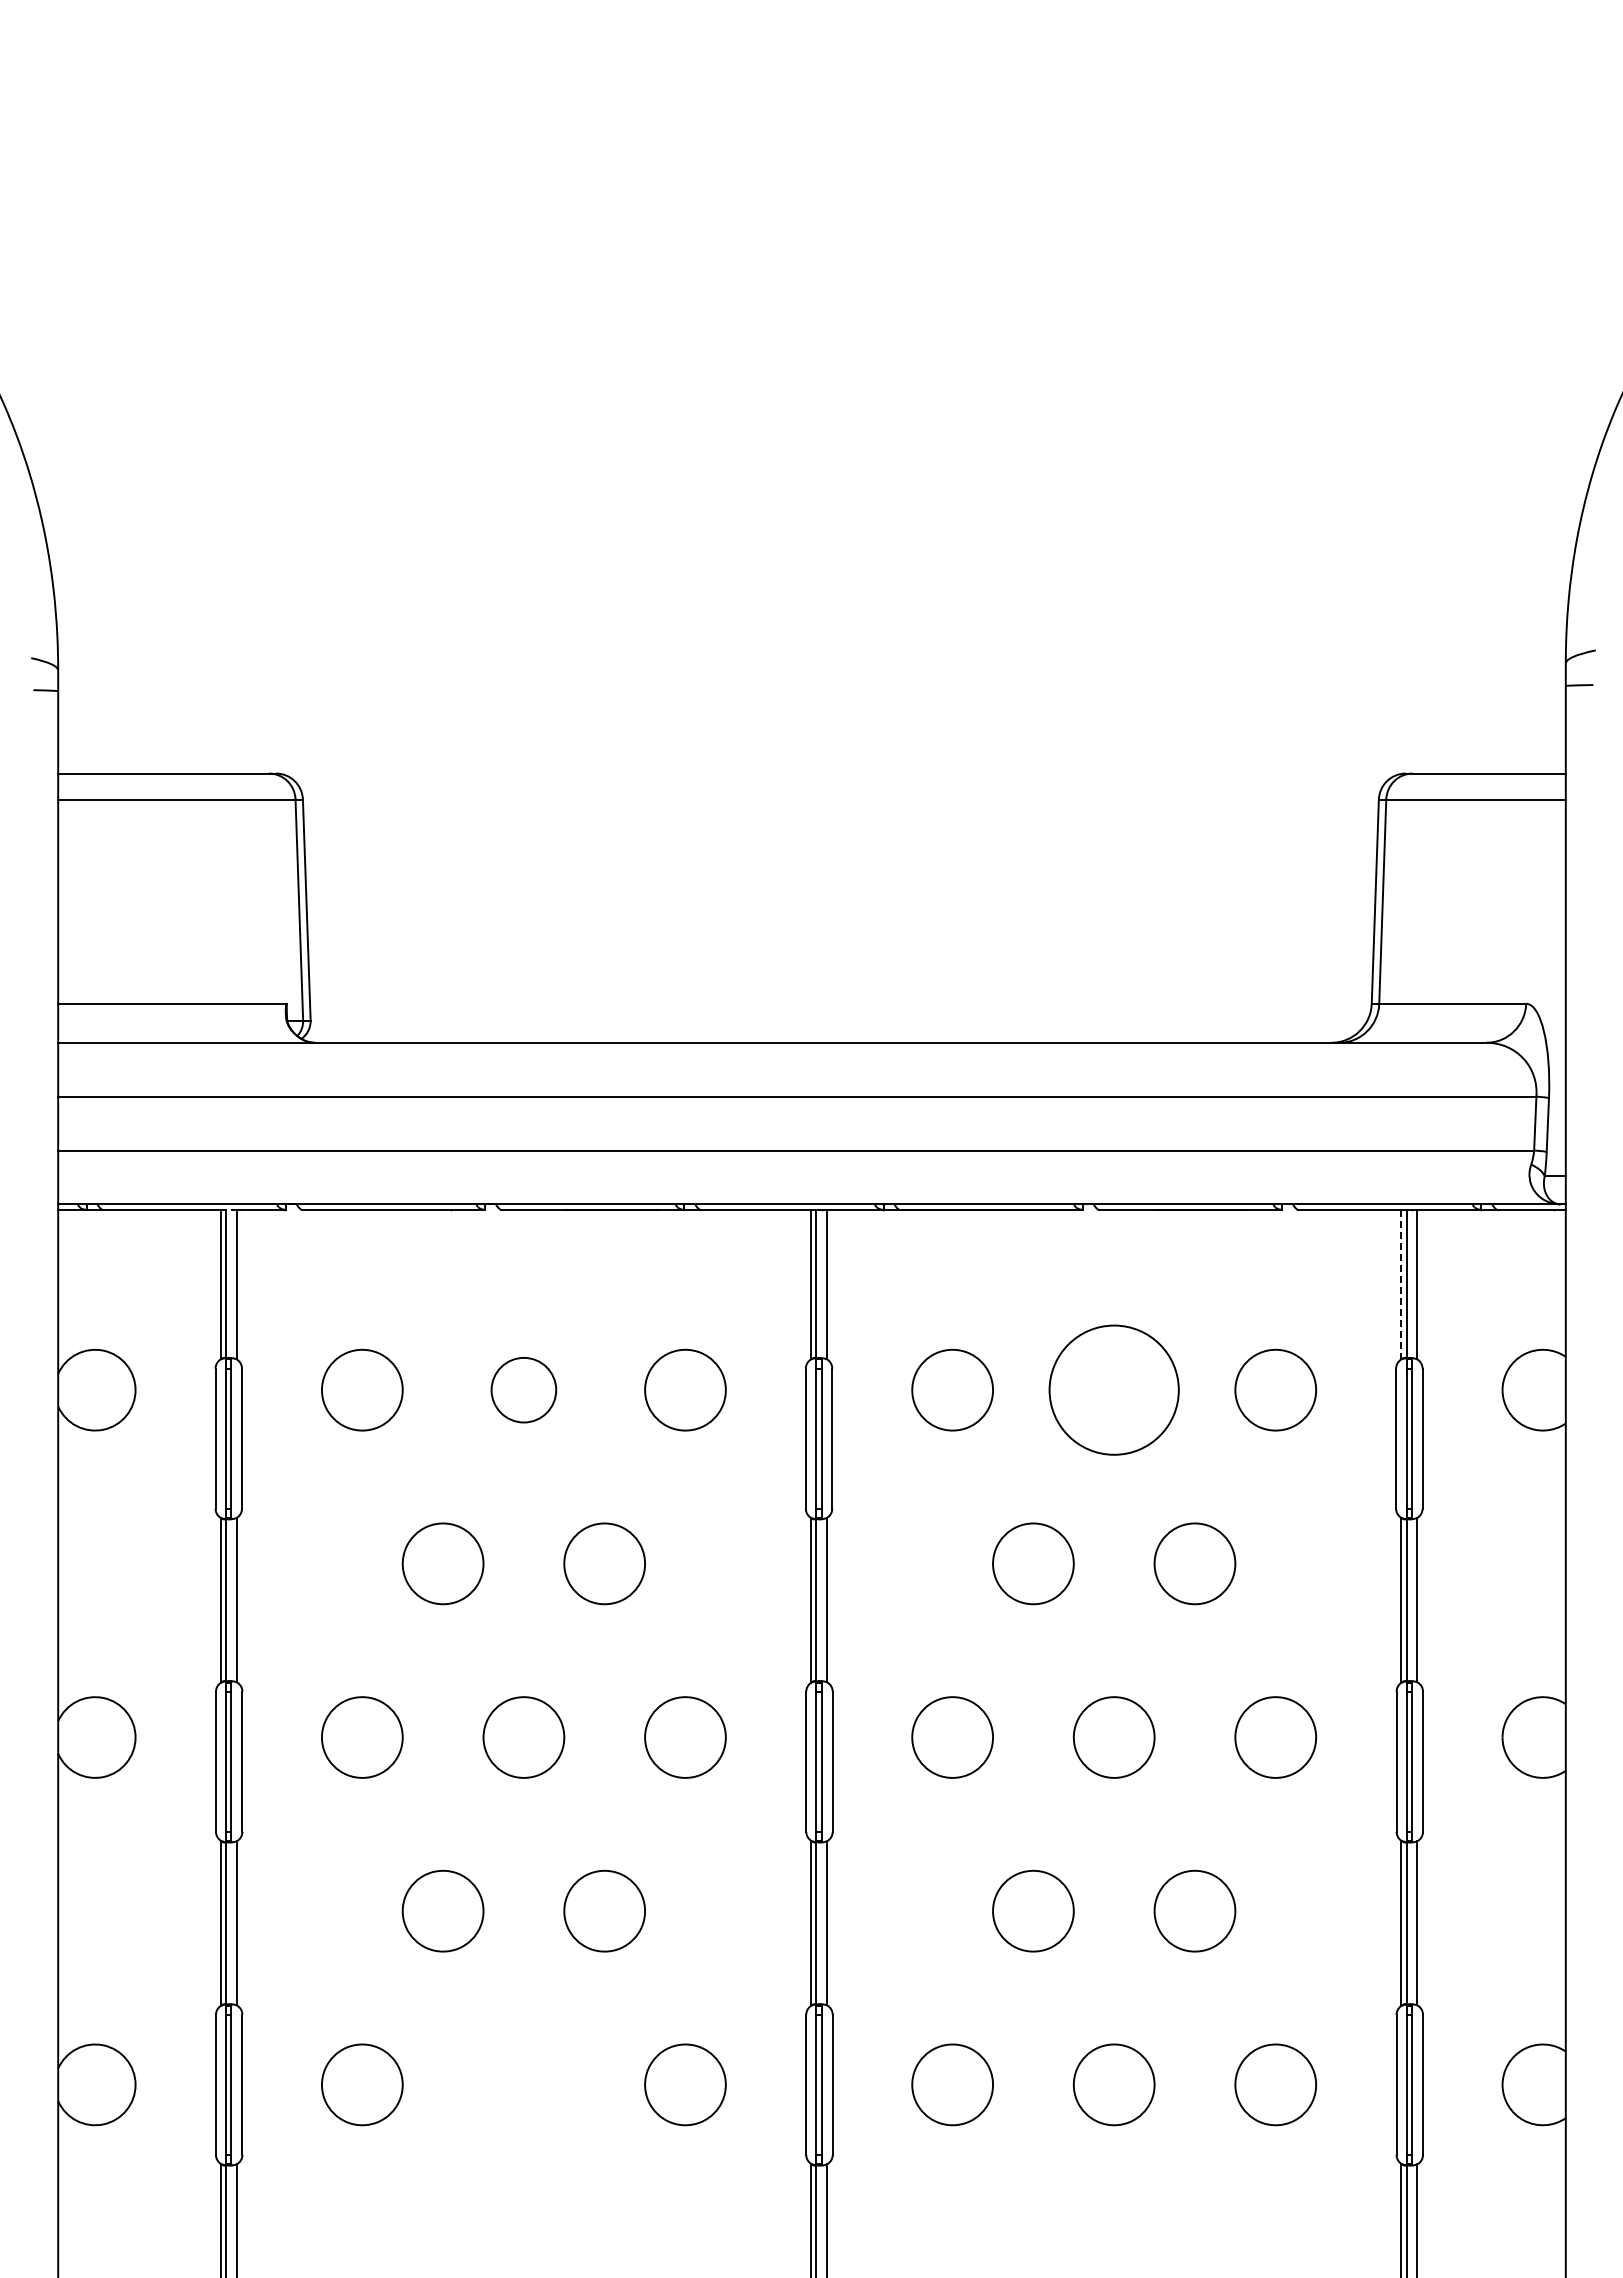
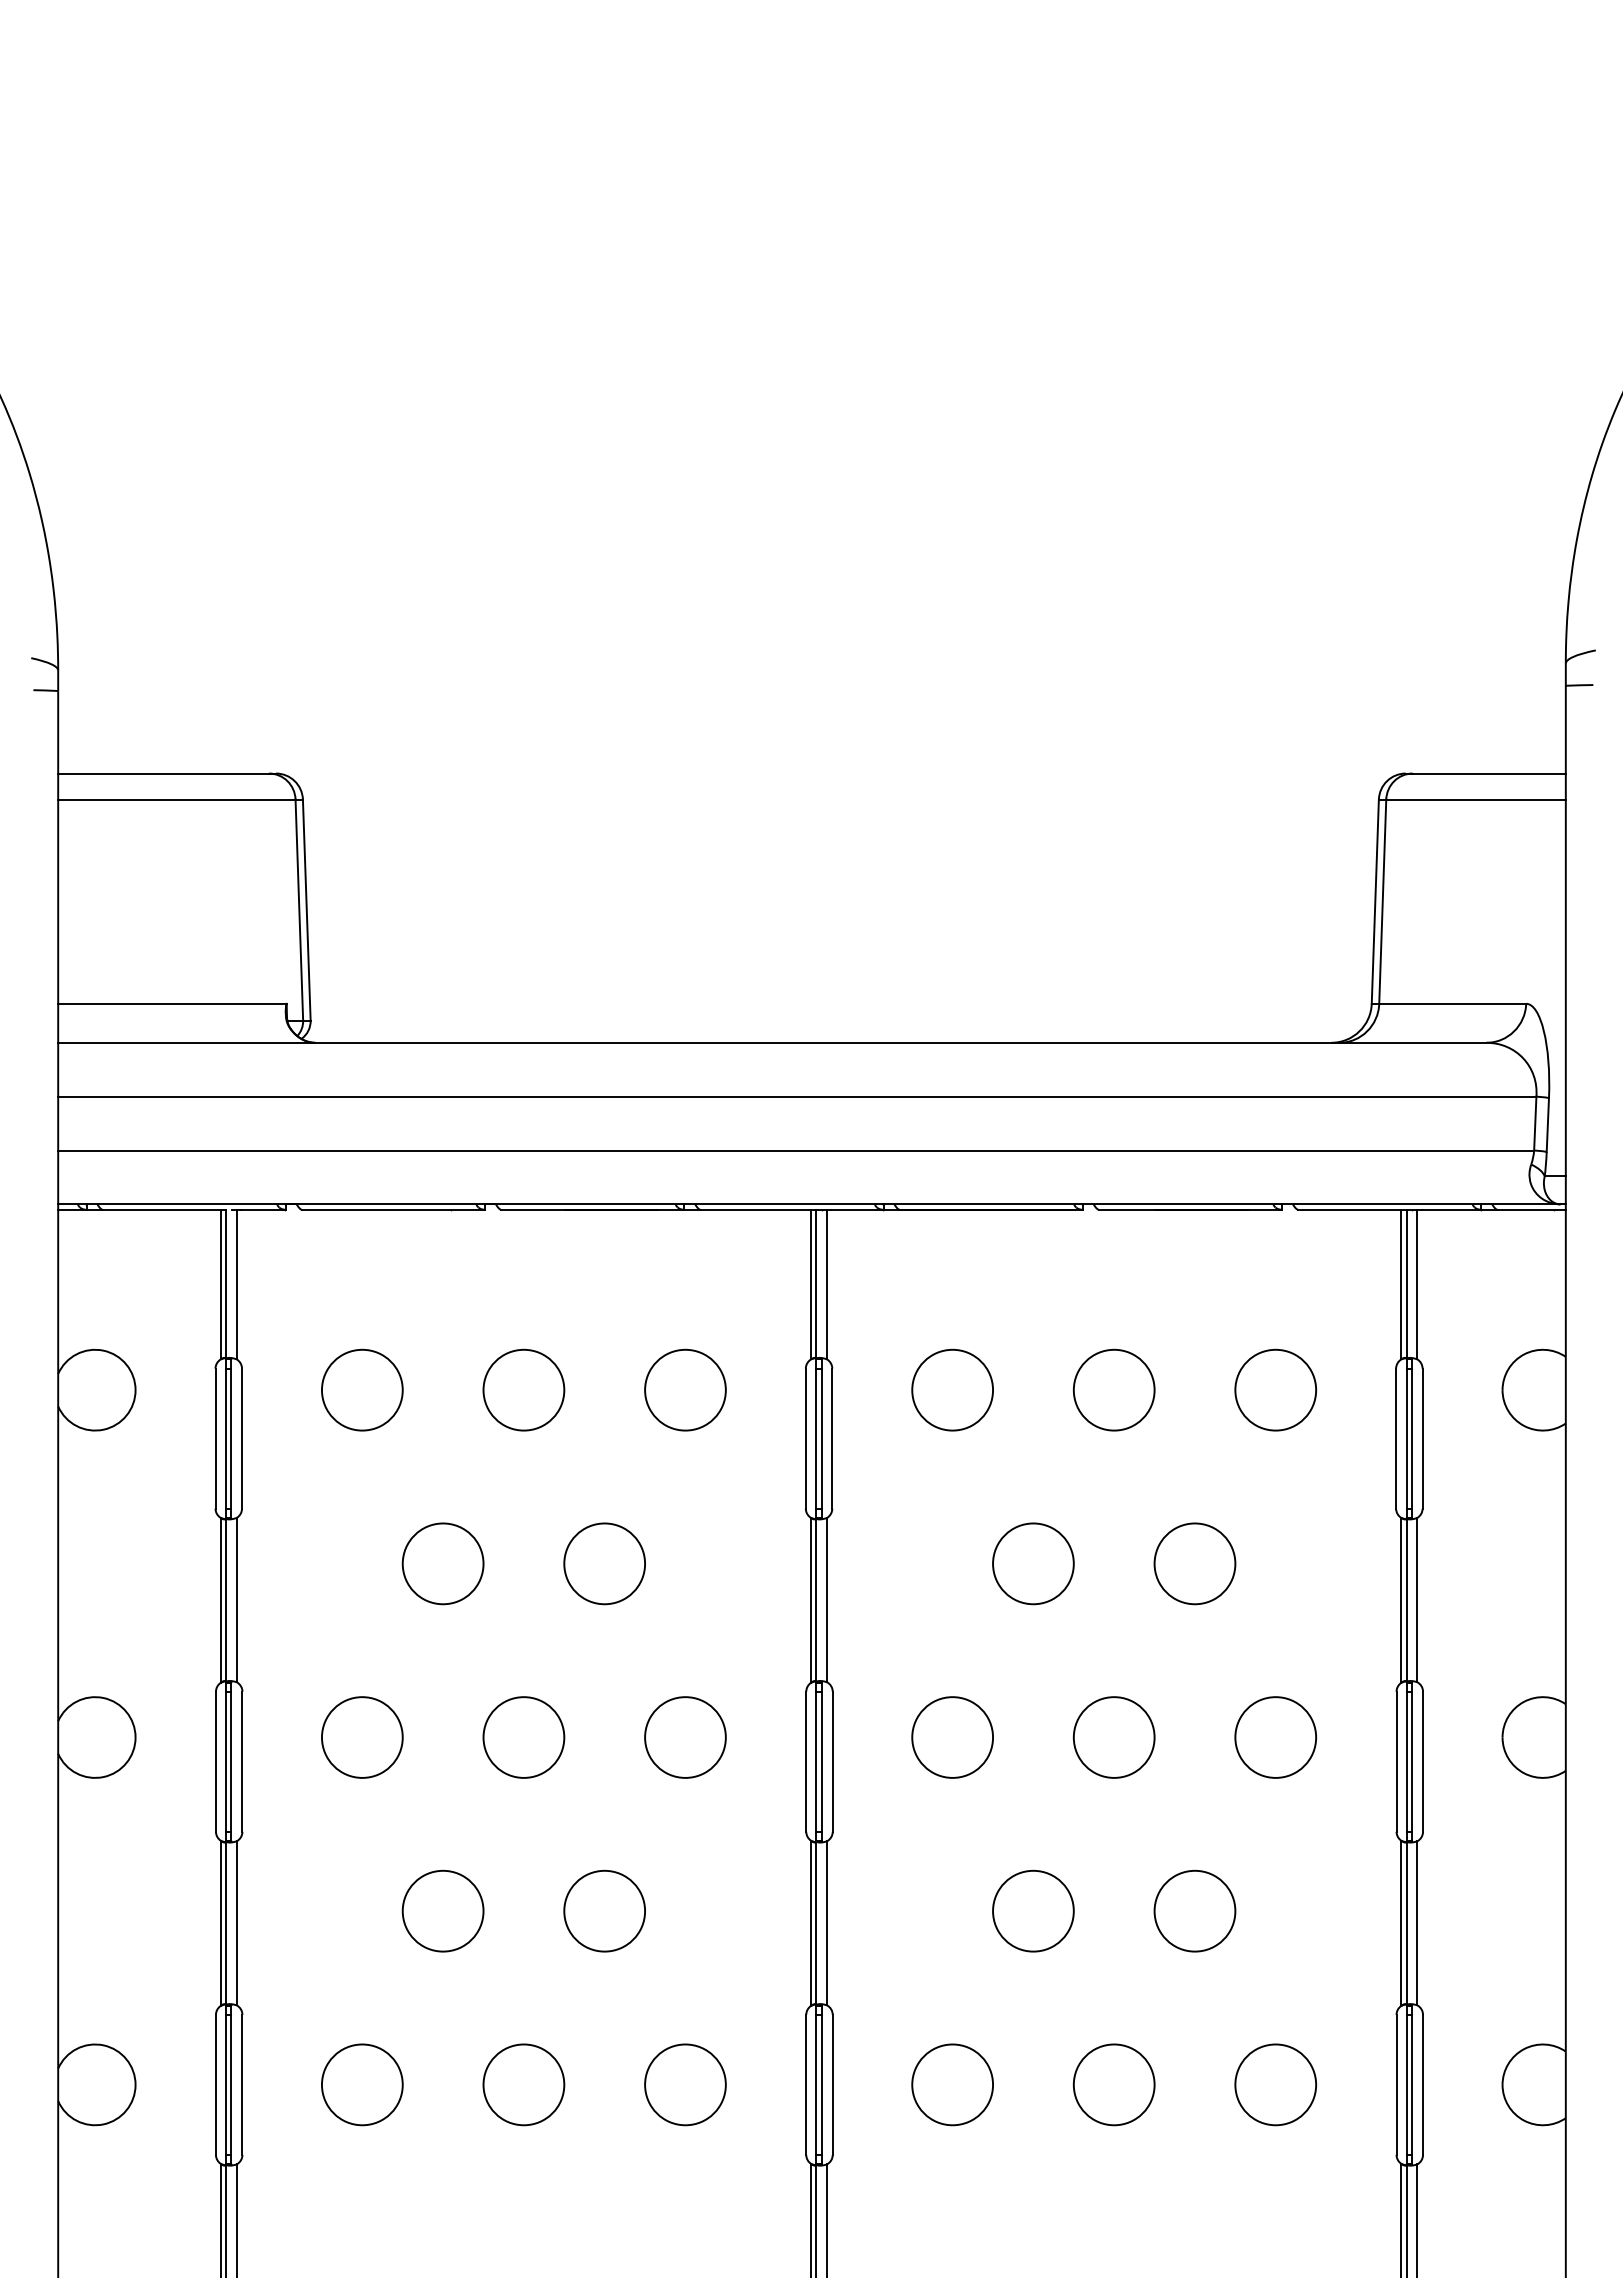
line at (1401, 1284): dashed -> solid
circle at (523, 1389) diameter: 65 px -> 81 px
circle at (1113, 1389) diameter: 129 px -> 81 px
circle at (523, 2084): none -> present
